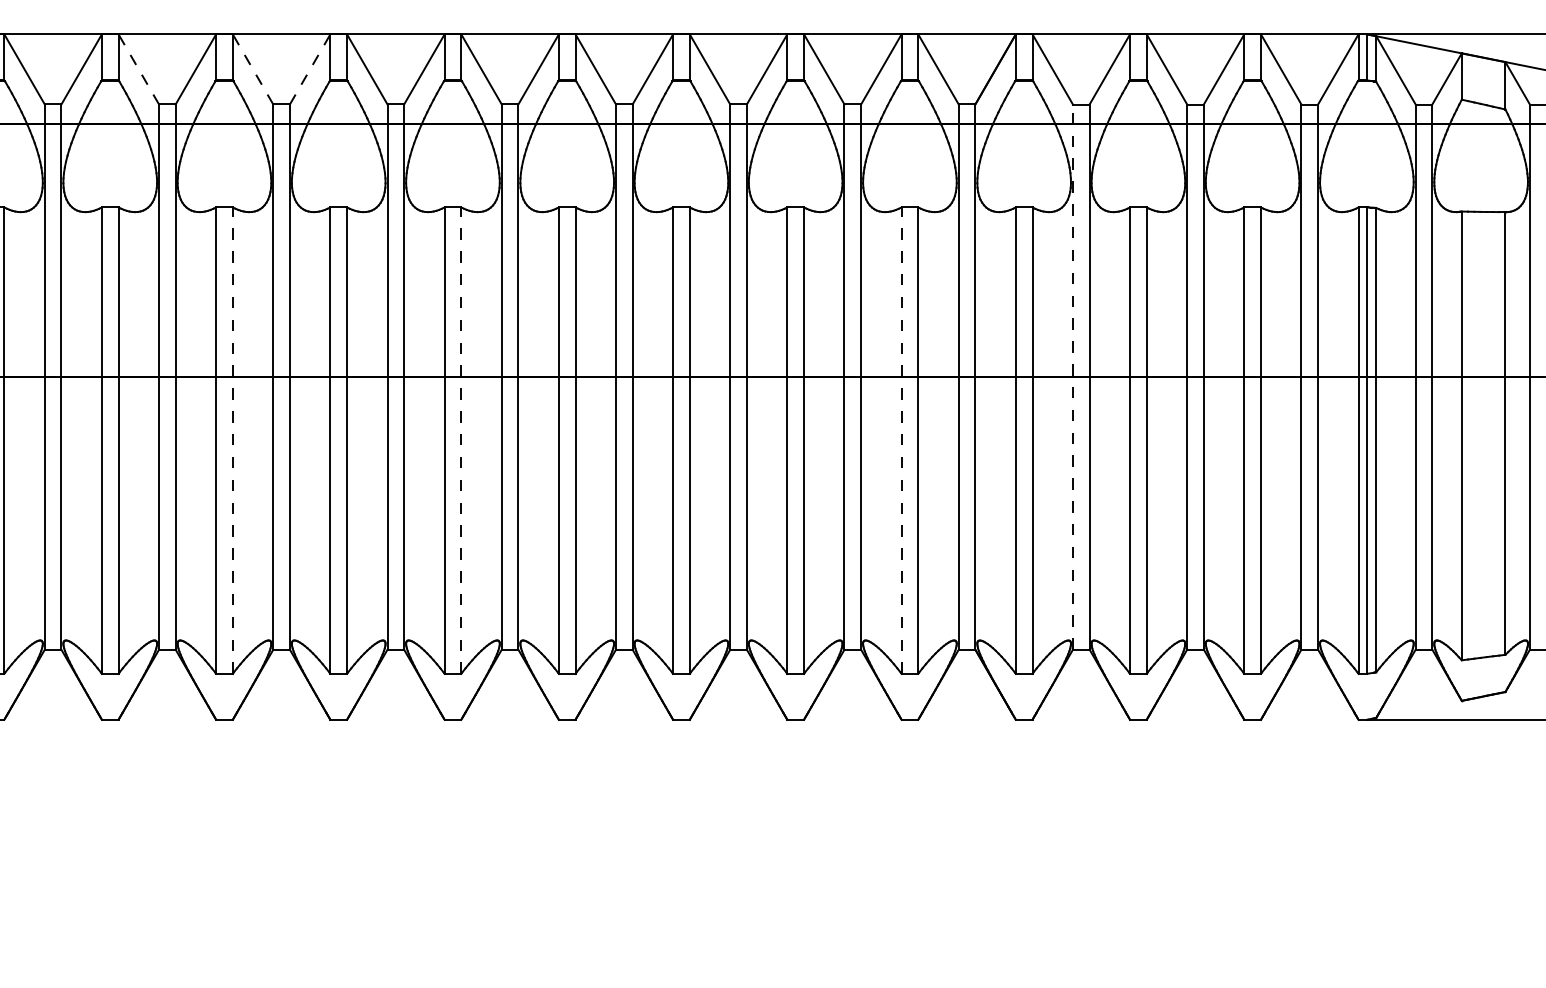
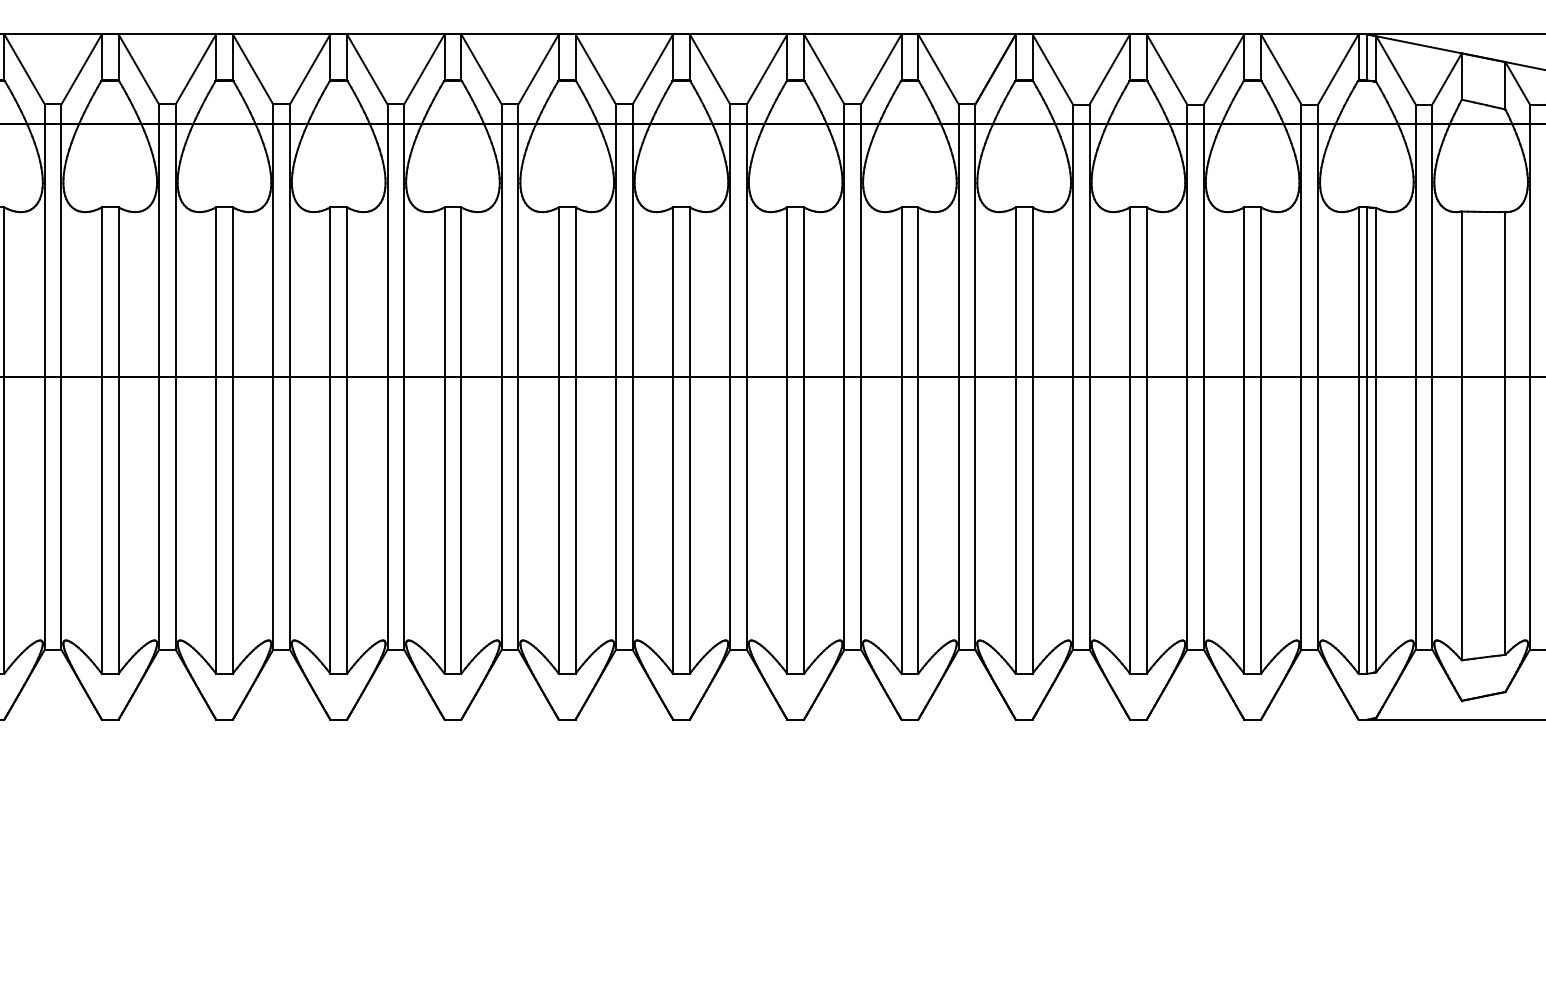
line at (138, 68): dashed -> solid
line at (252, 68): dashed -> solid
line at (310, 68): dashed -> solid
line at (1072, 377): dashed -> solid
line at (232, 440): dashed -> solid
line at (461, 440): dashed -> solid
line at (901, 440): dashed -> solid
